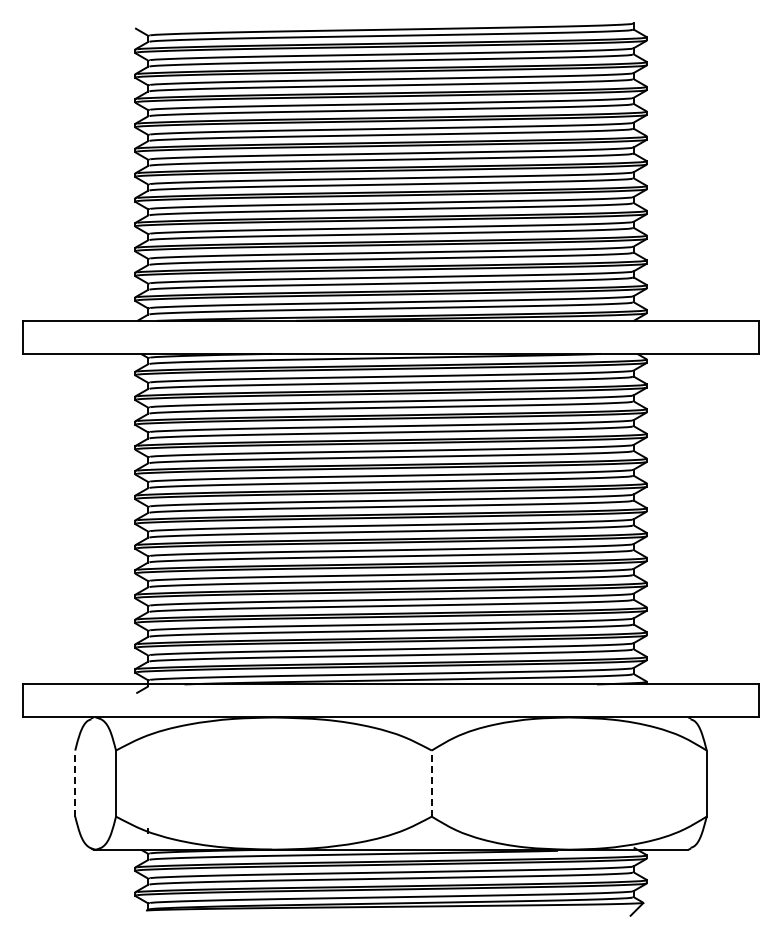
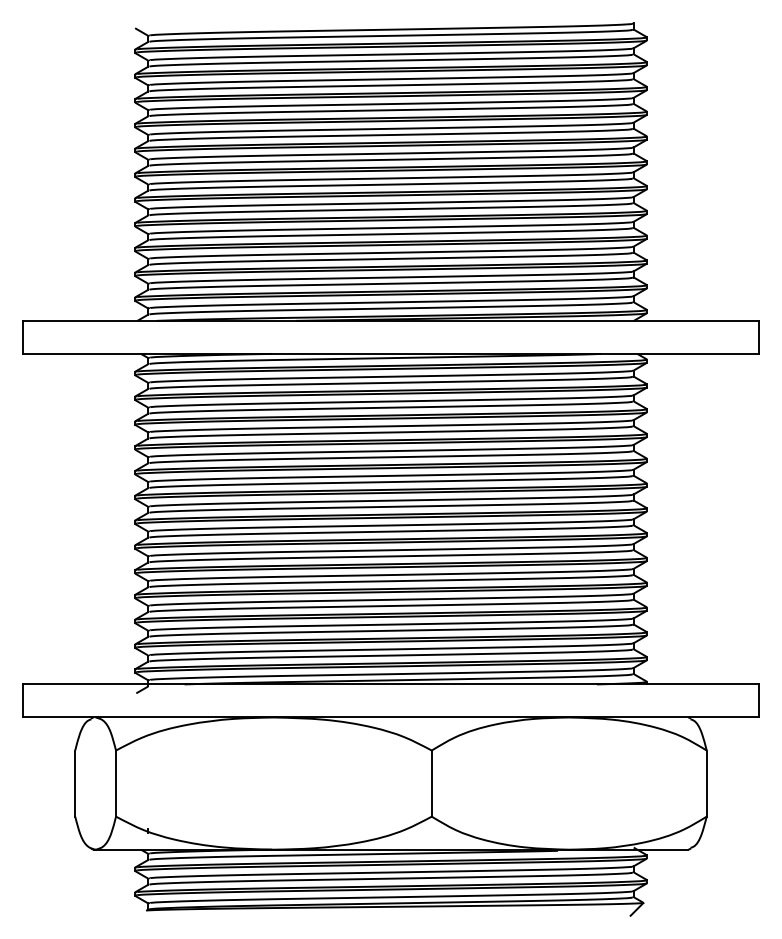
line at (75, 783): dashed -> solid
line at (431, 783): dashed -> solid
